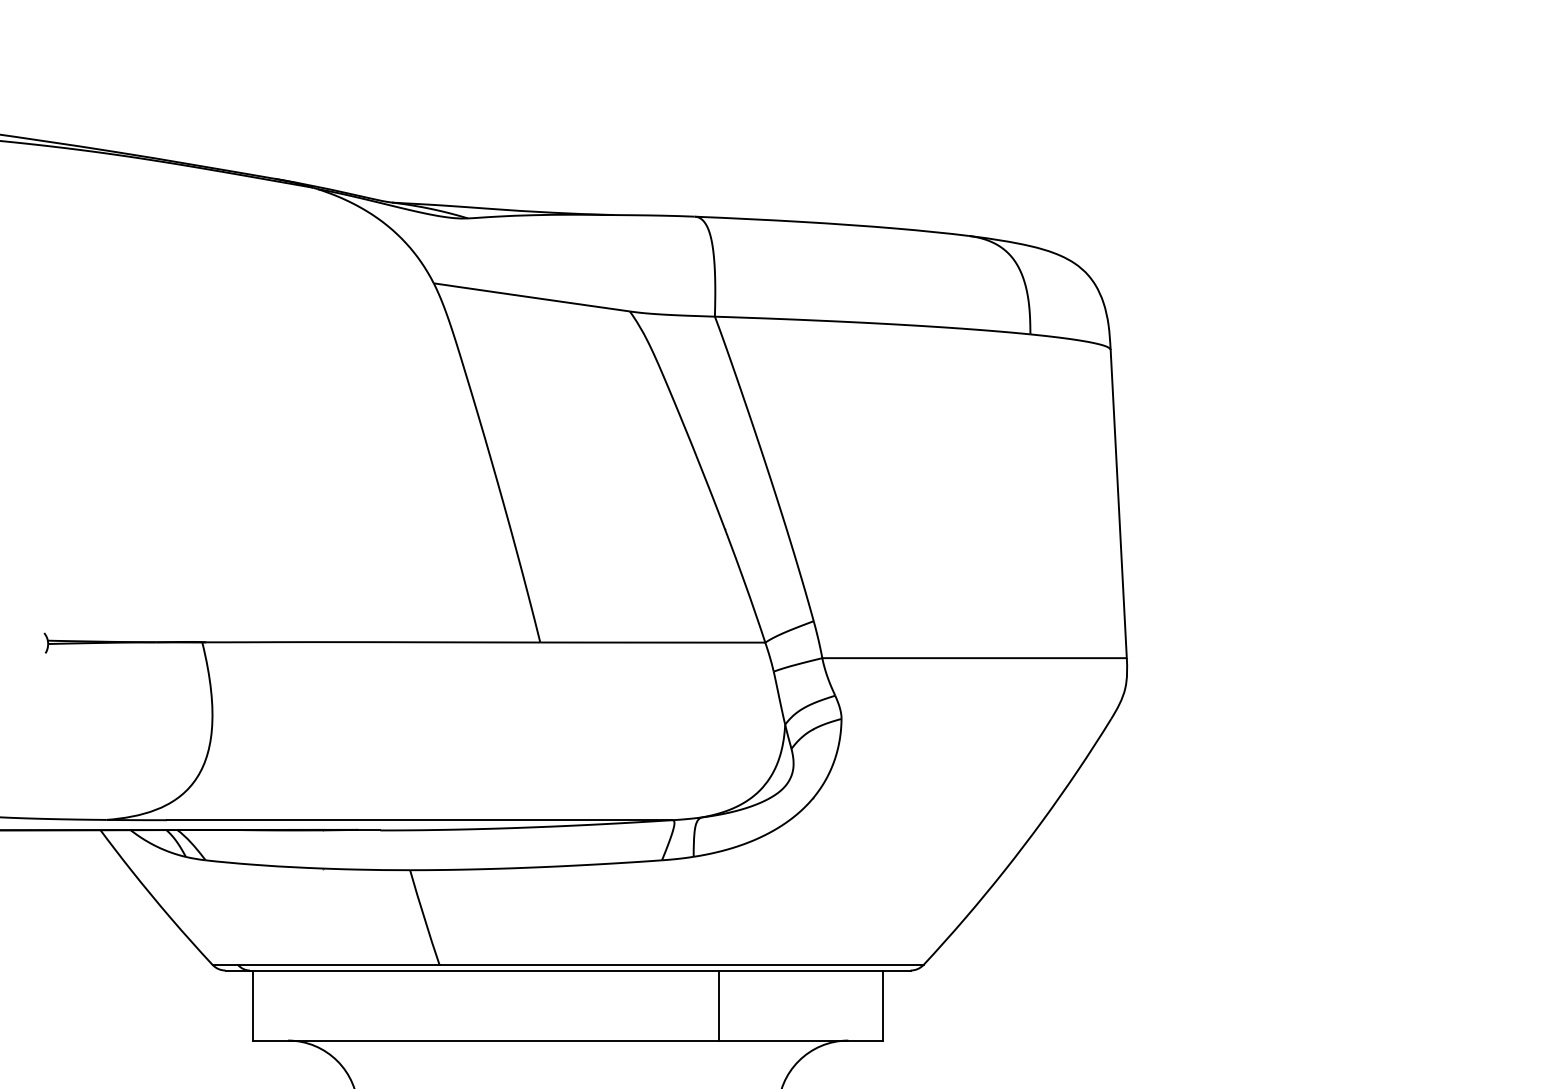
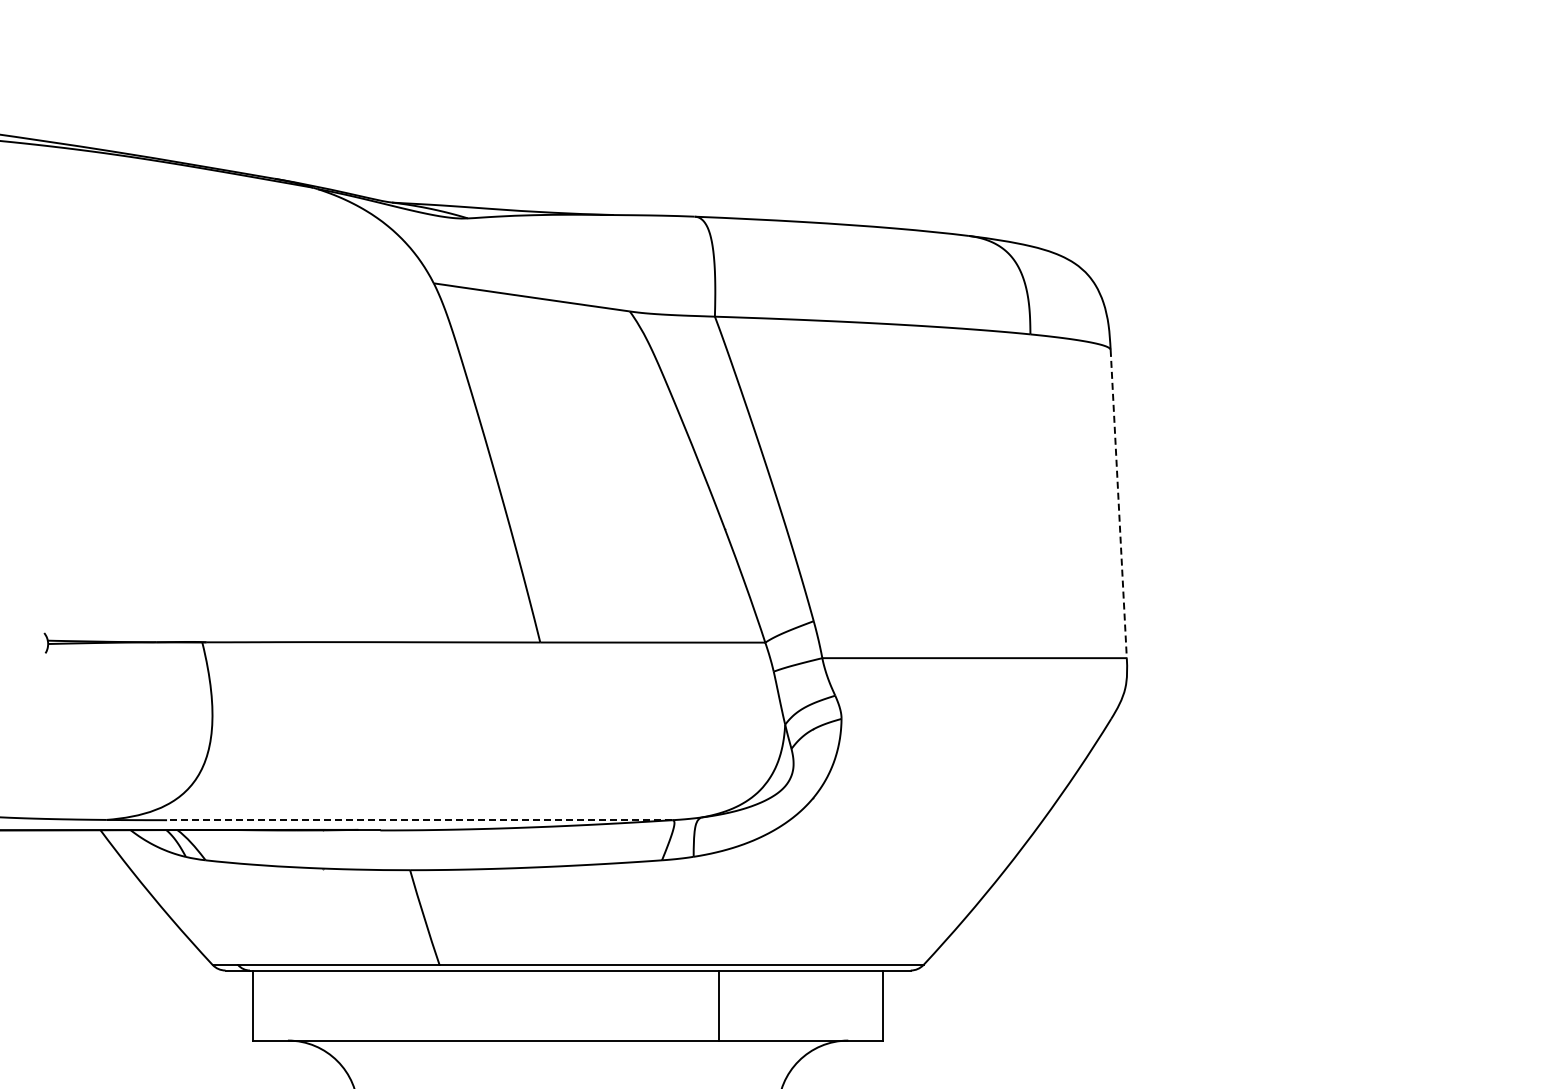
line at (1118, 504): solid -> dashed
line at (419, 820): solid -> dashed
